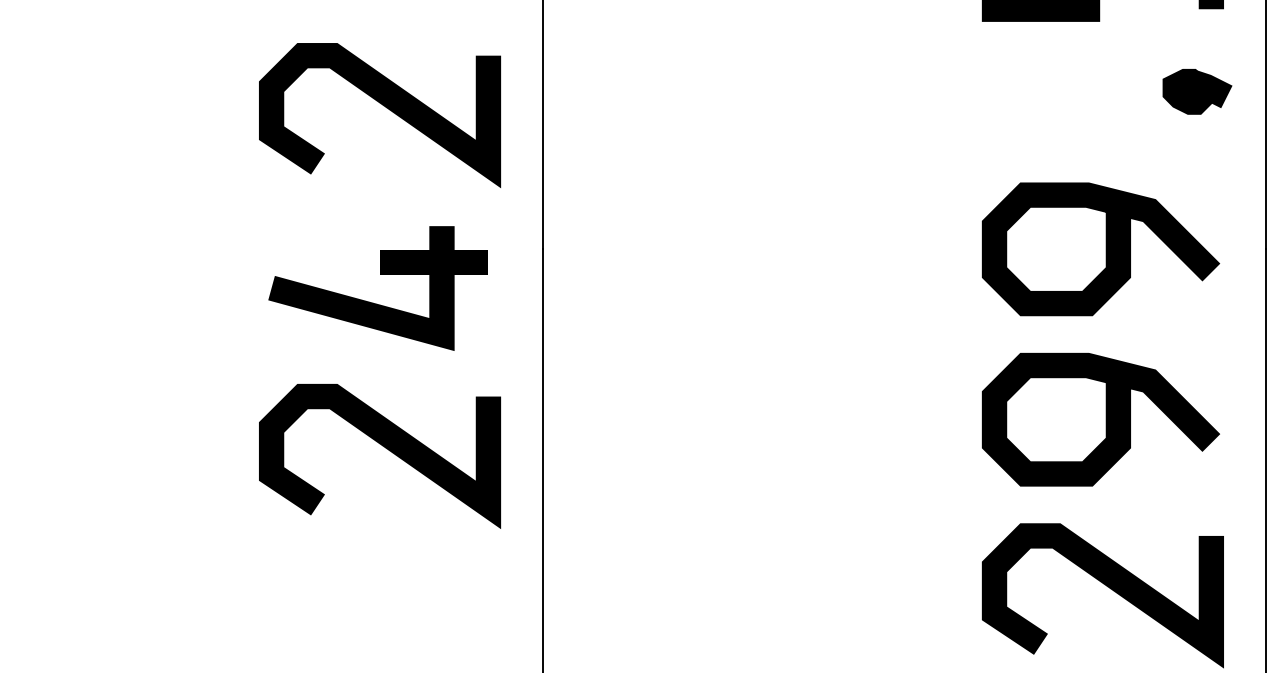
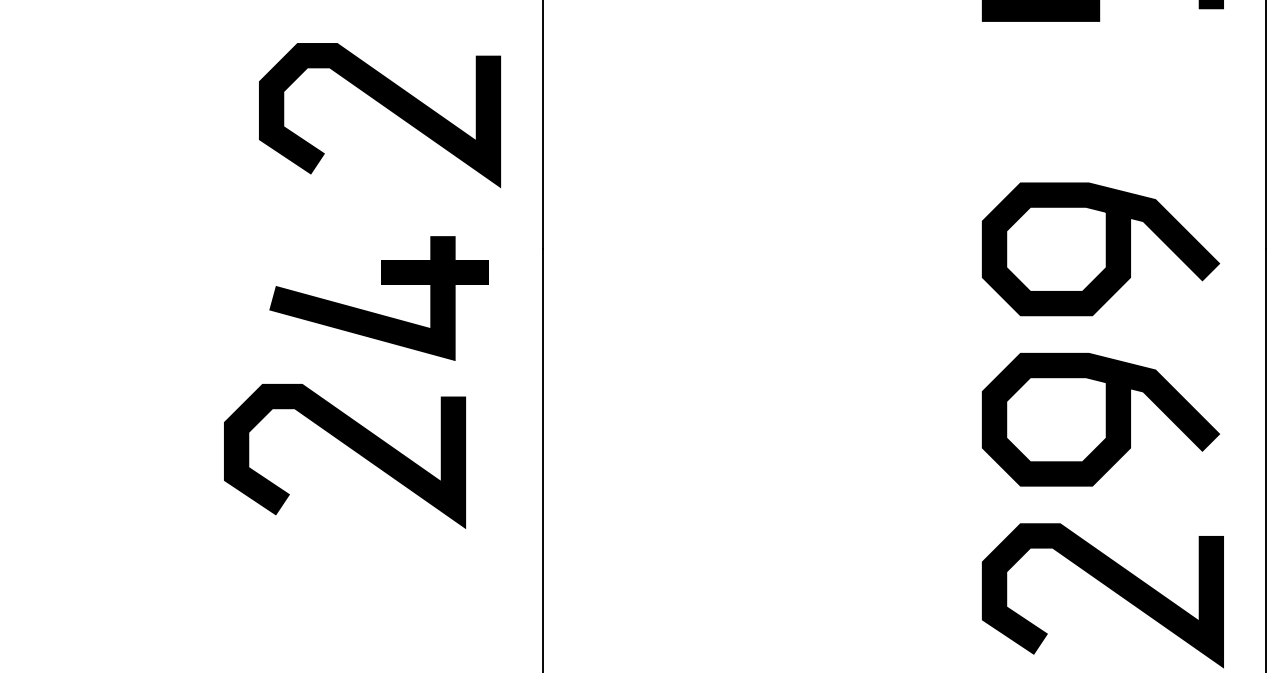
part at (1197, 91): present -> none
part at (380, 274) position: (380, 274) -> (381, 284)
curve at (385, 448) position: (385, 448) -> (350, 448)
